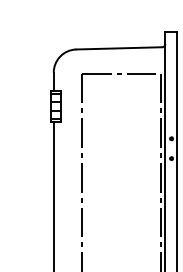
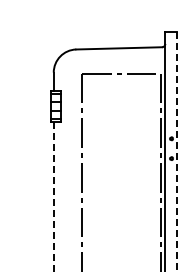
line at (176, 151): solid -> dashed
line at (53, 196): solid -> dashed
